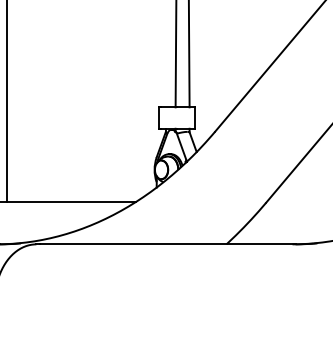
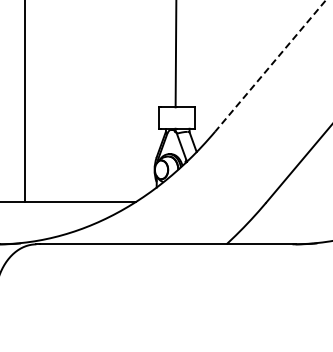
line at (188, 54): present -> none
line at (270, 66): solid -> dashed
line at (7, 102) position: (7, 102) -> (25, 102)
